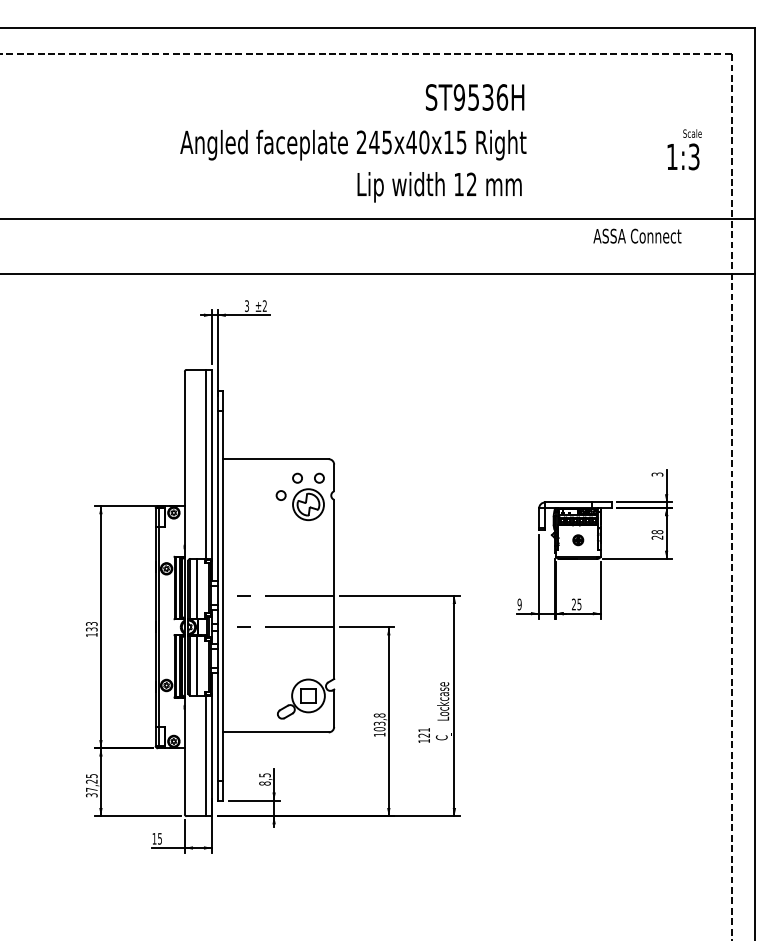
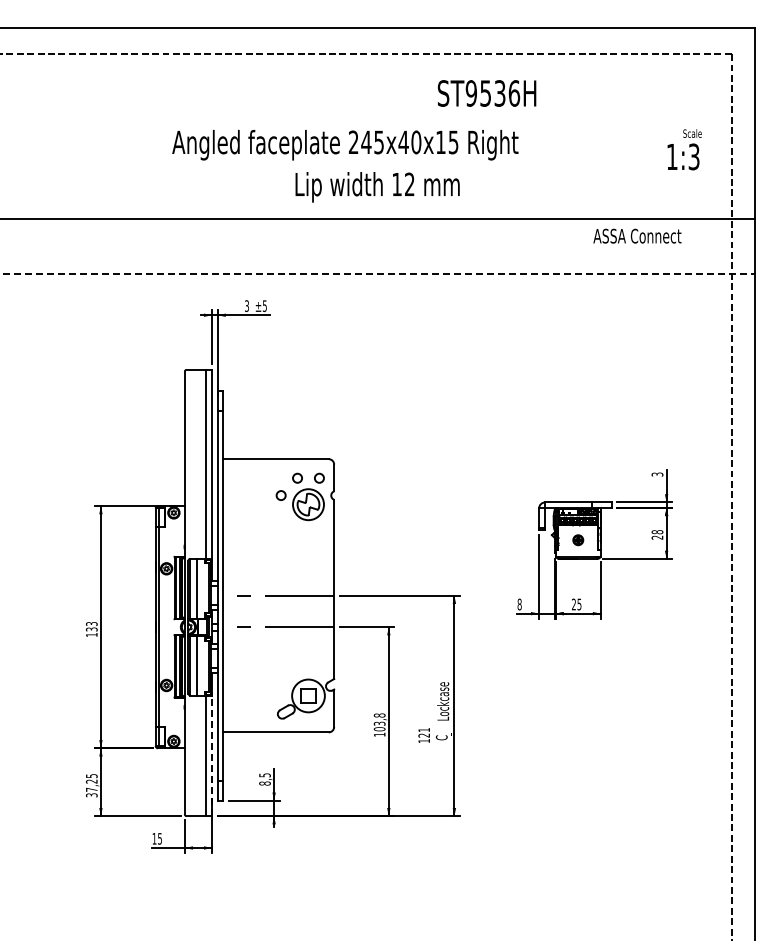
text at (474, 97) position: (474, 97) -> (486, 93)
text at (353, 145) position: (353, 145) -> (345, 145)
text at (439, 187) position: (439, 187) -> (377, 187)
line at (377, 274): solid -> dashed
text at (264, 306): ±2 -> ±5
text at (519, 604): 9 -> 8
line at (212, 755): solid -> dashed
